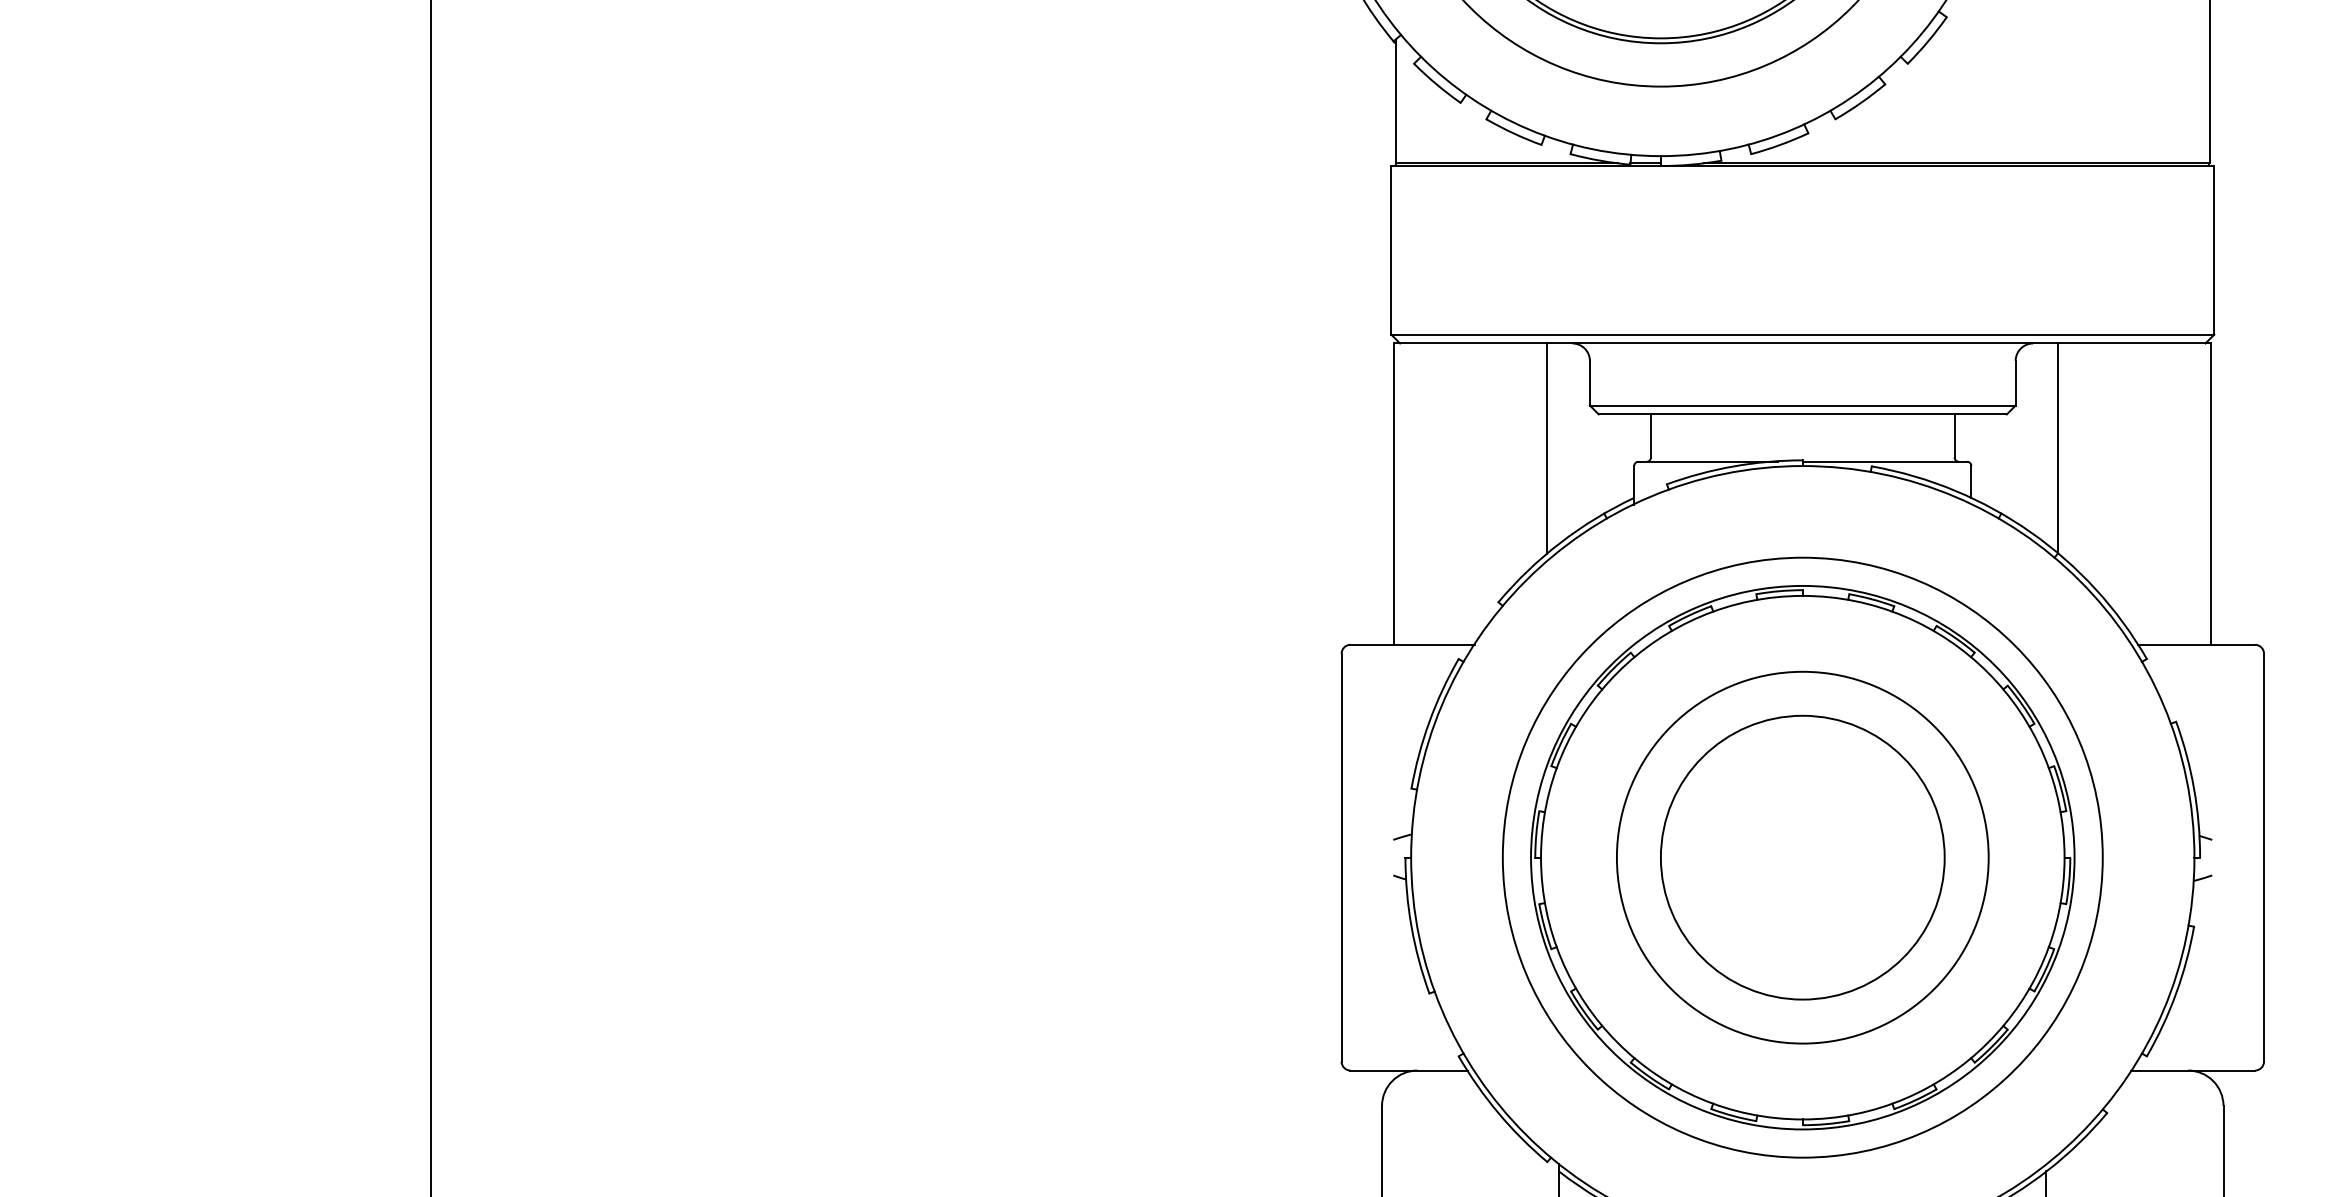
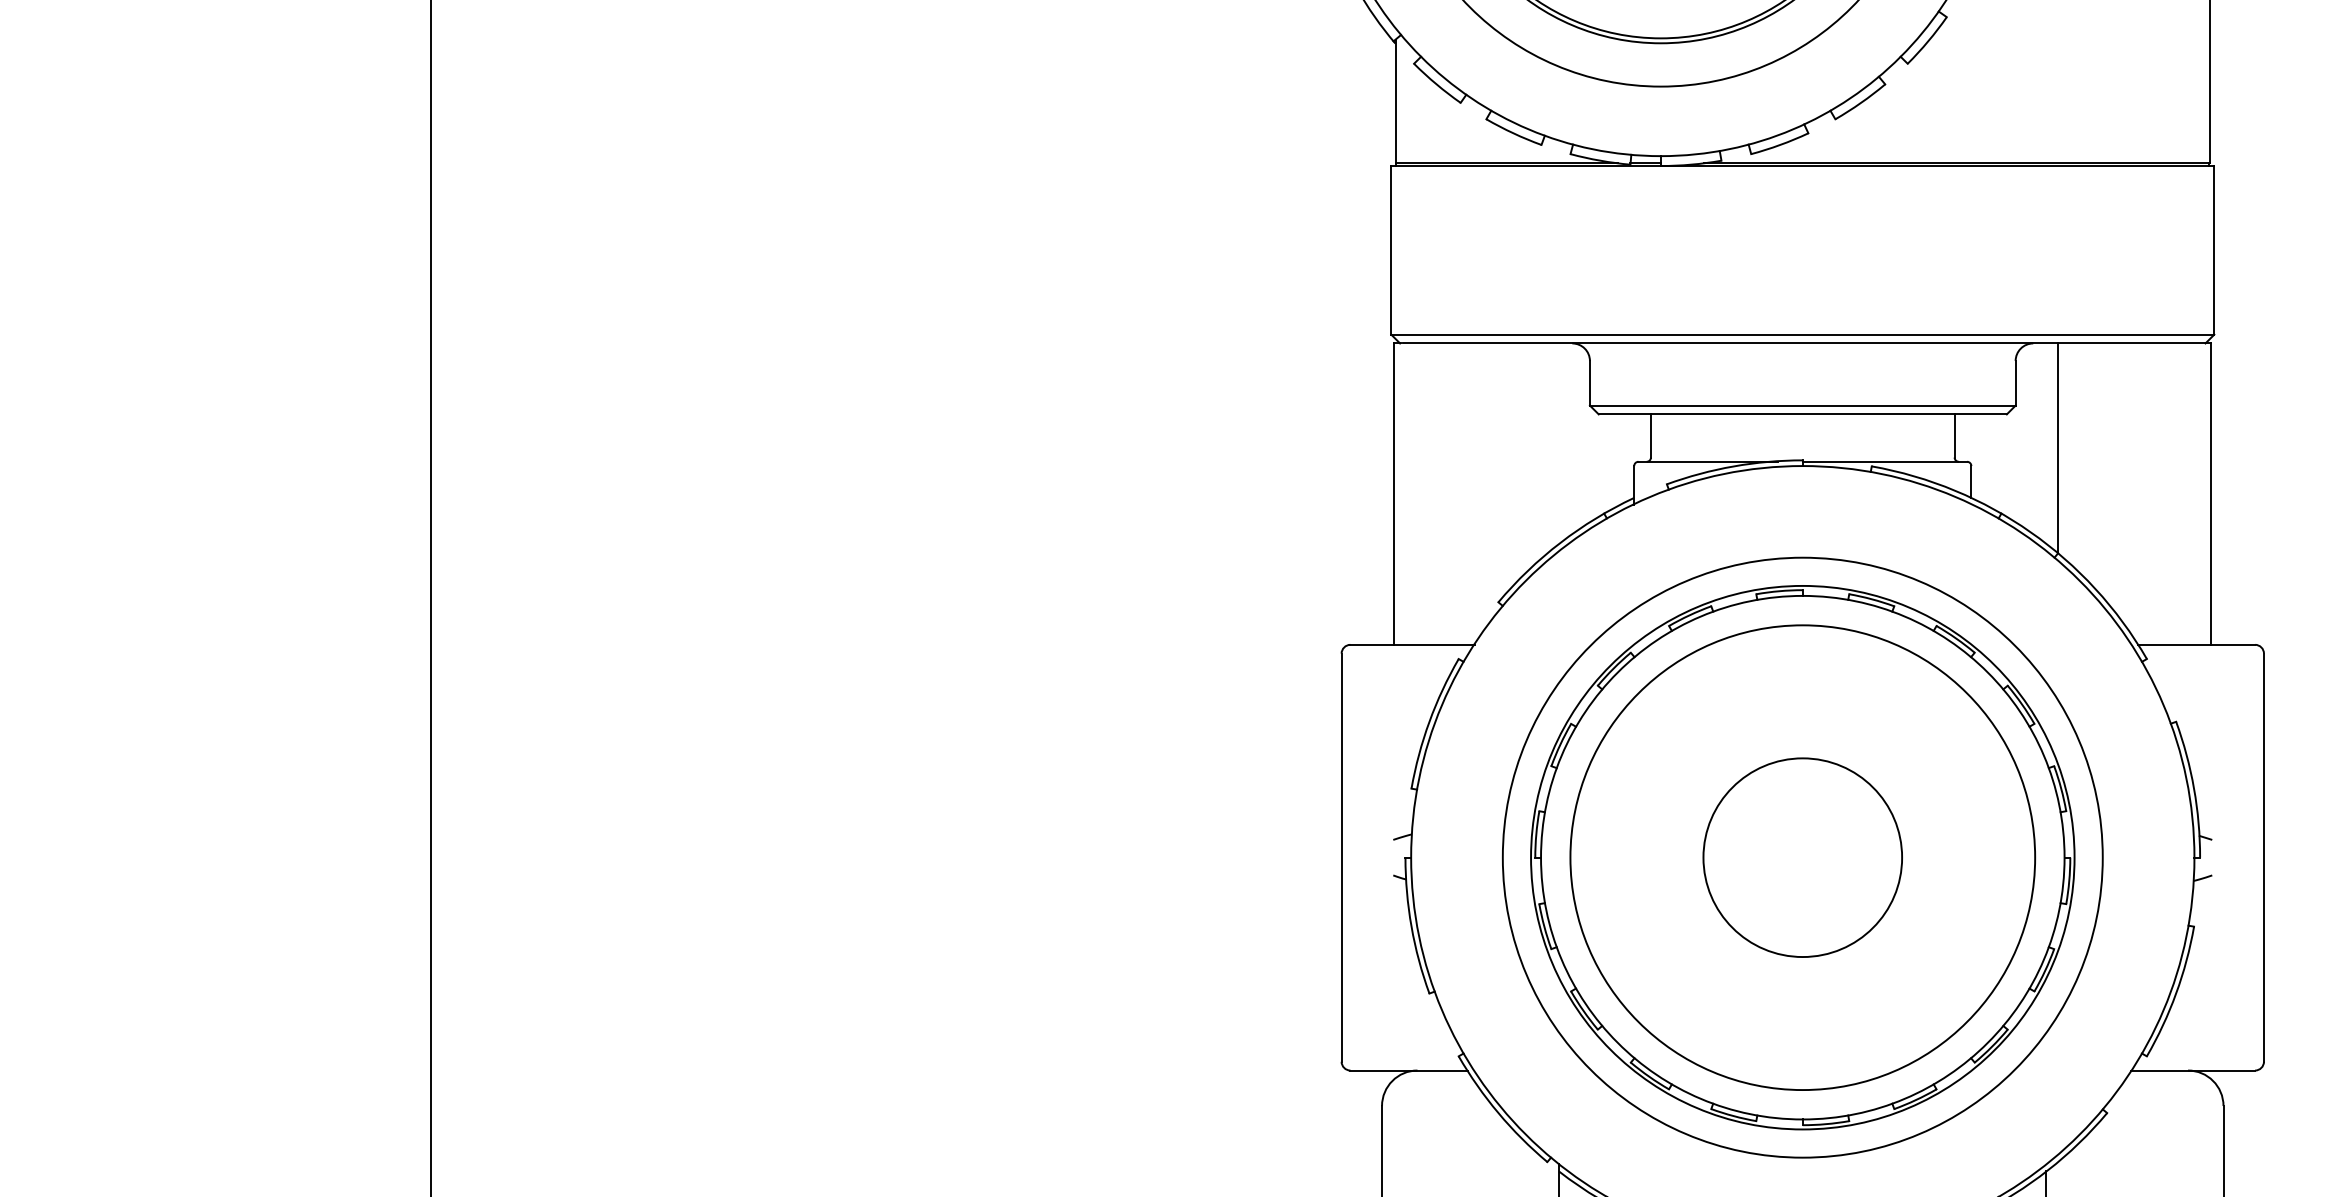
line at (1547, 448): present -> none
circle at (1802, 857) diameter: 284 px -> 199 px
circle at (1802, 857) diameter: 372 px -> 465 px
